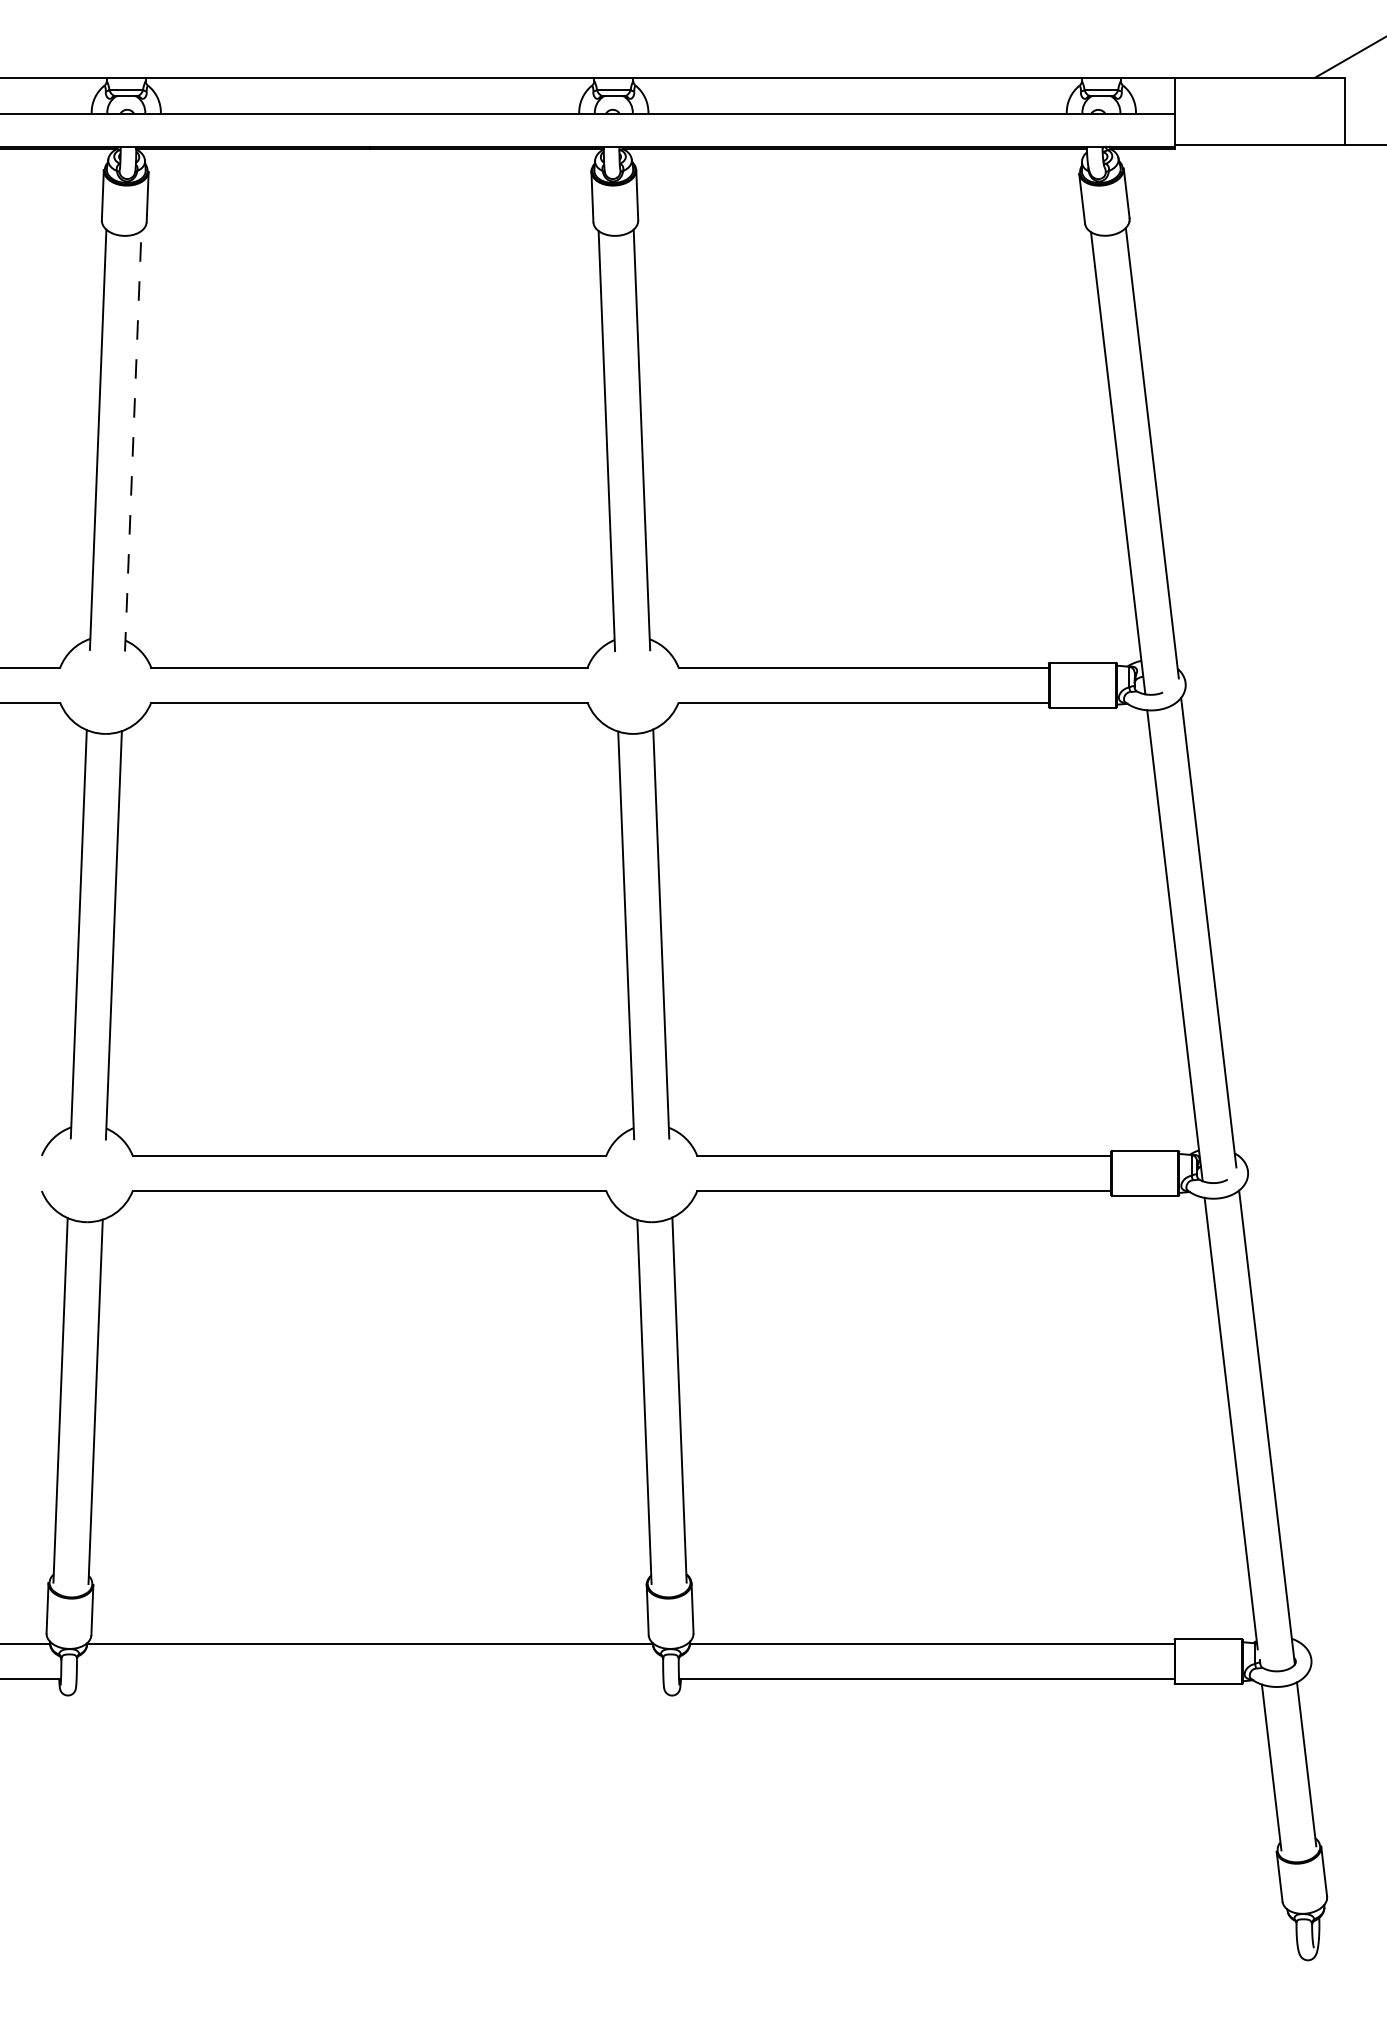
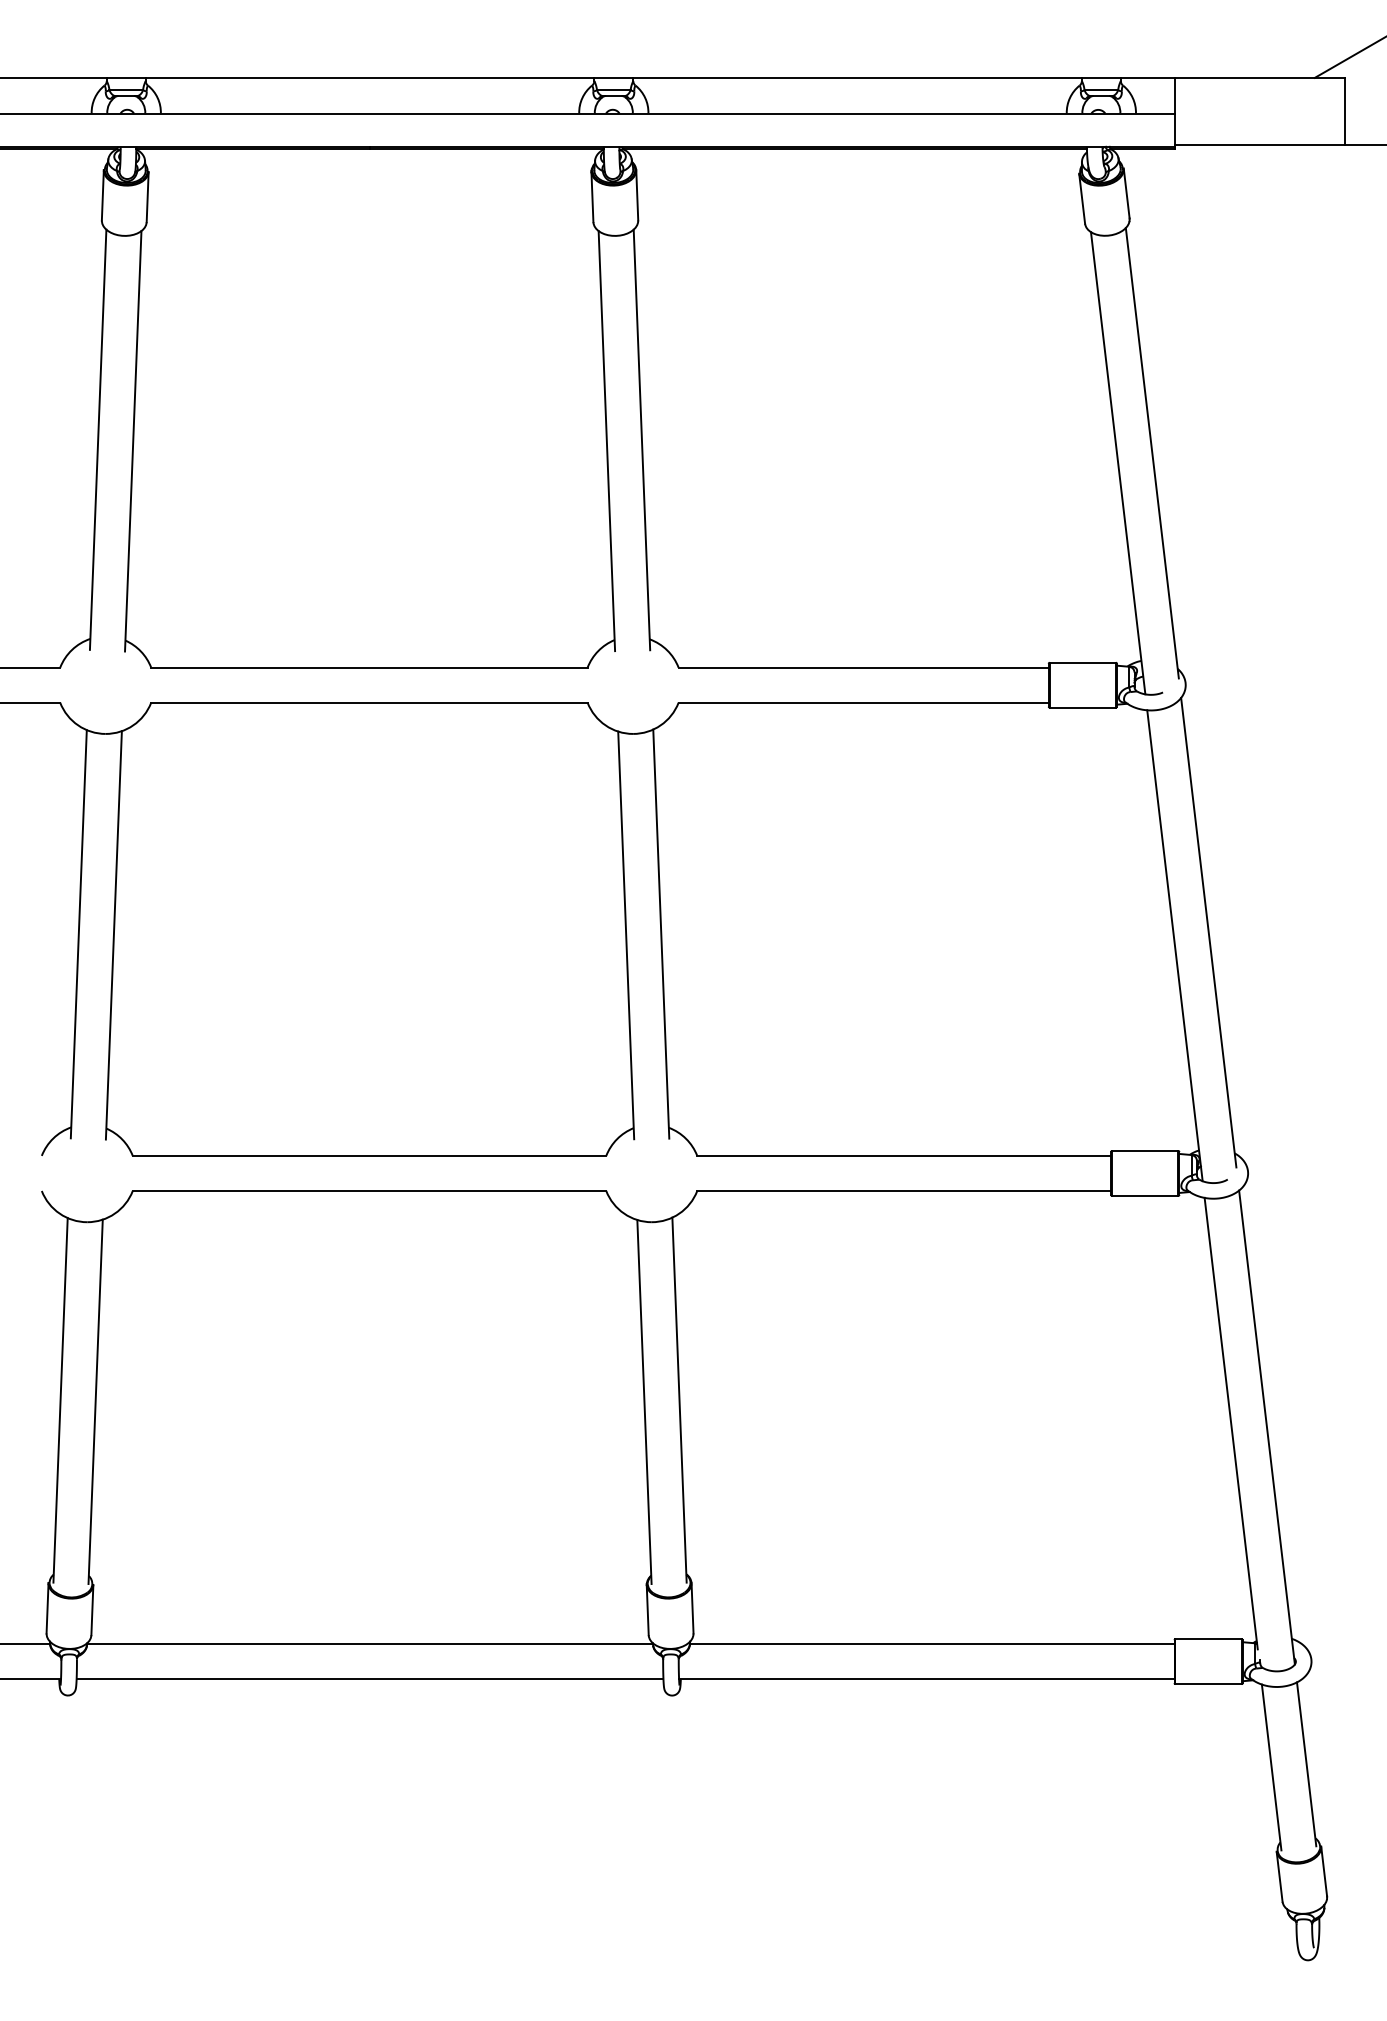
line at (133, 440): dashed -> solid
line at (369, 1679): none -> present
